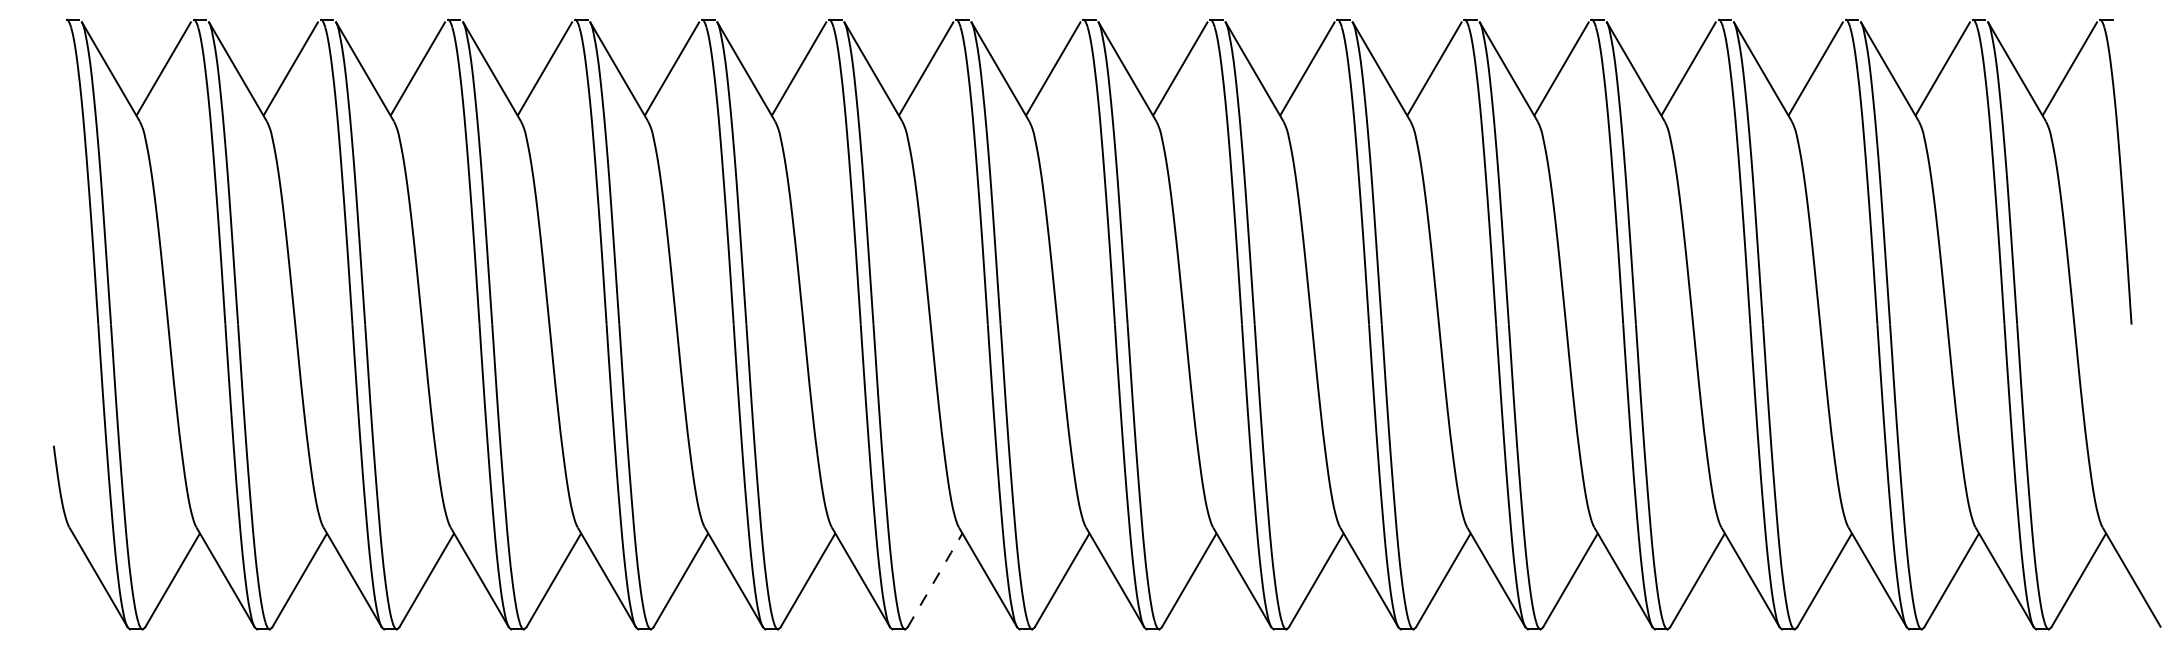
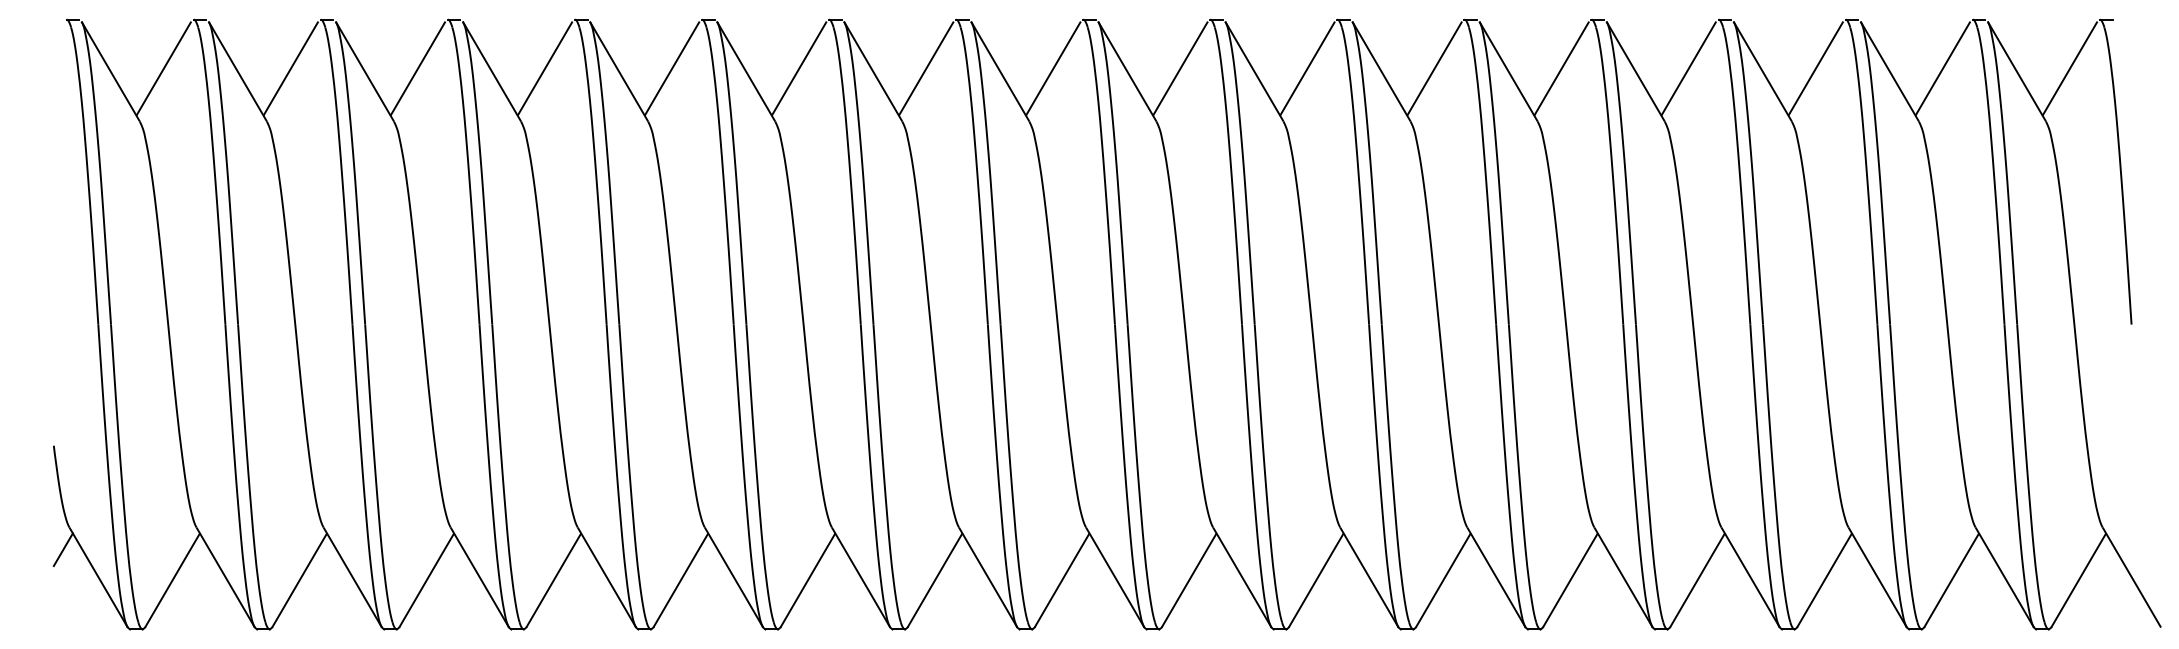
line at (62, 549): none -> present
line at (935, 579): dashed -> solid
